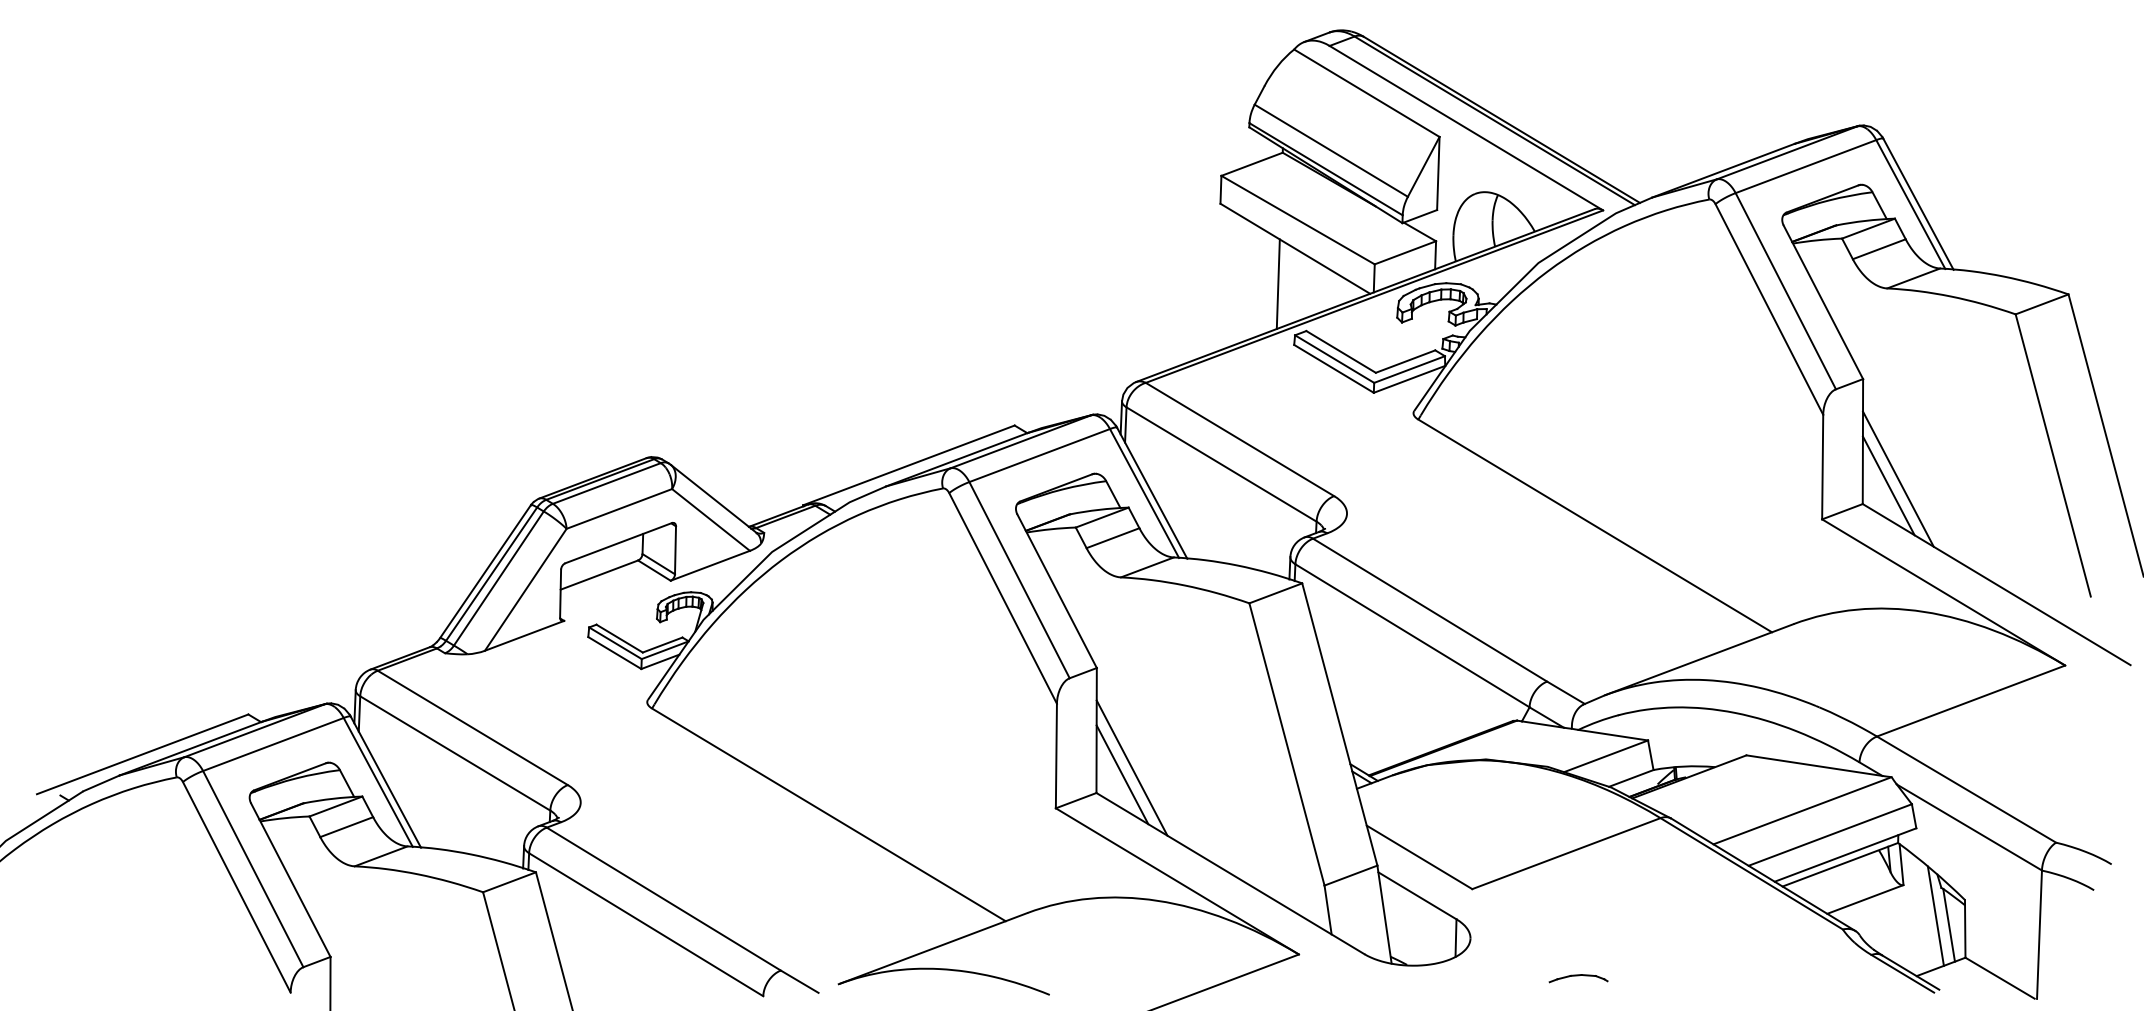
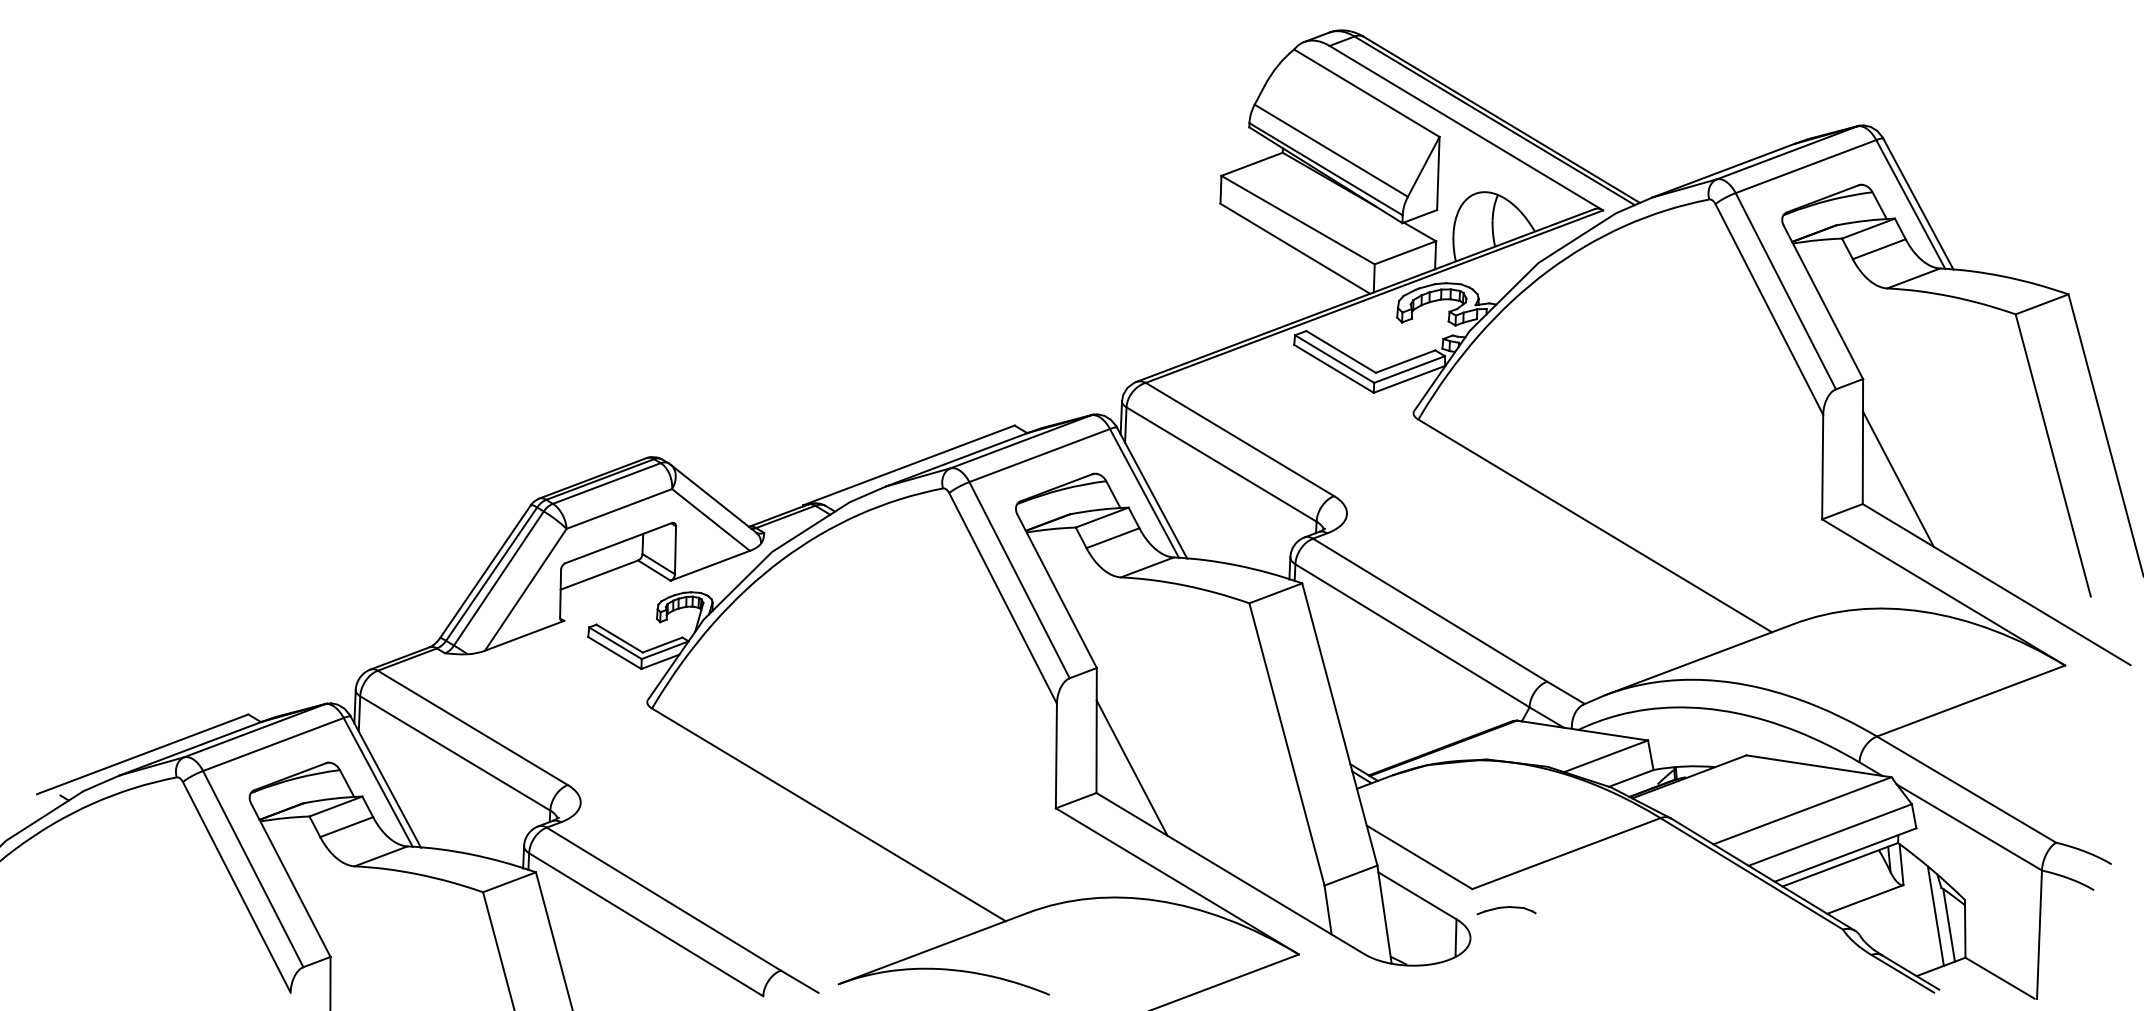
line at (1277, 284): present -> none
line at (1888, 485): present -> none
line at (1122, 774): present -> none
part at (1578, 978) position: (1578, 978) -> (1506, 910)
